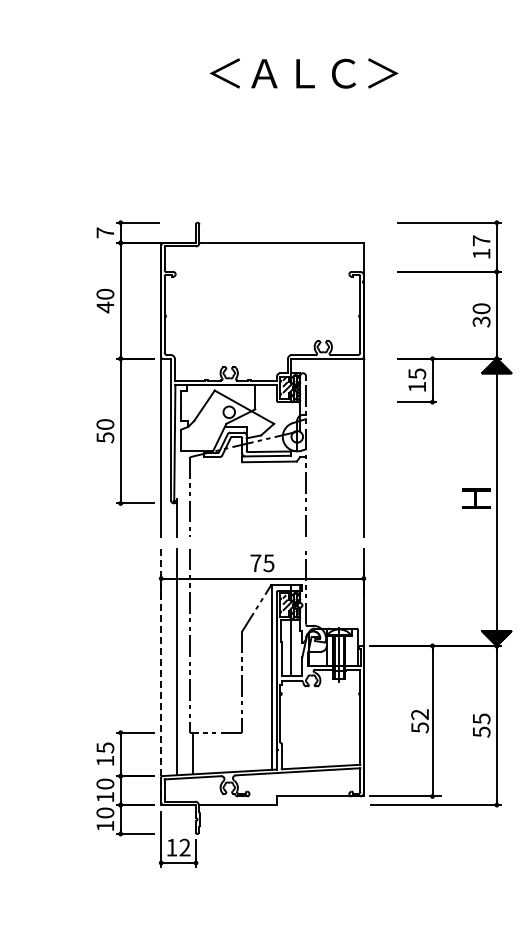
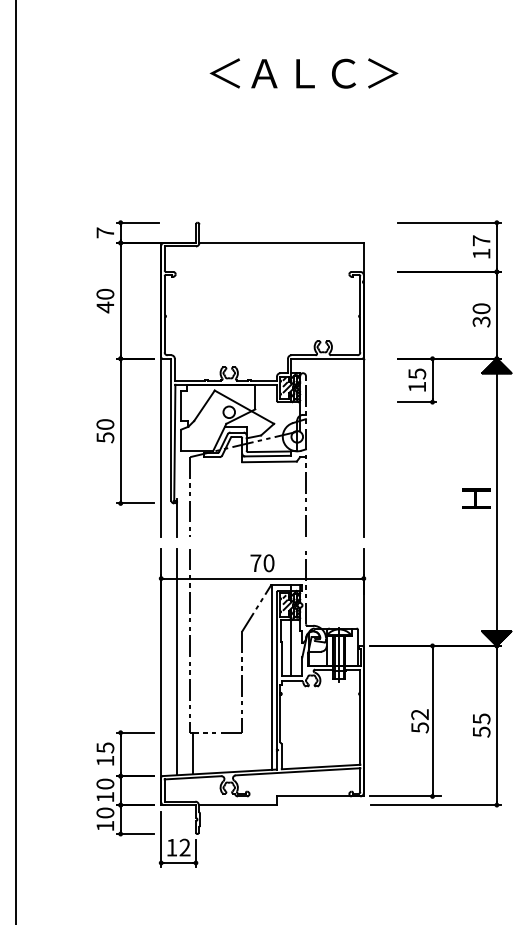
line at (15, 461): none -> present
text at (268, 563): 75 -> 70
line at (161, 677): dashed -> solid
